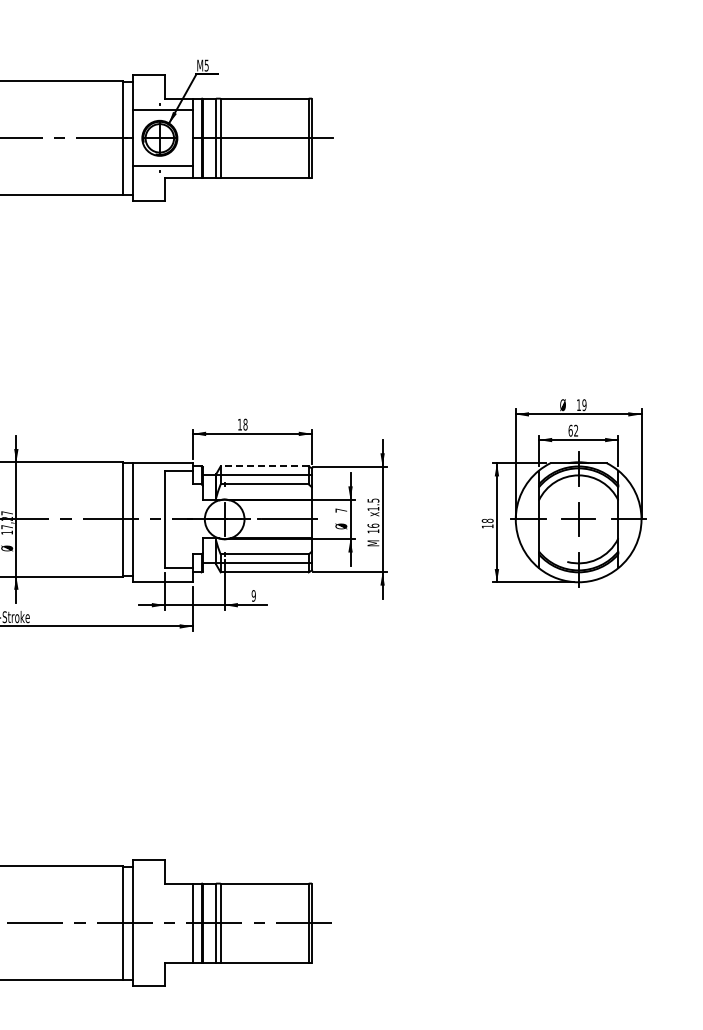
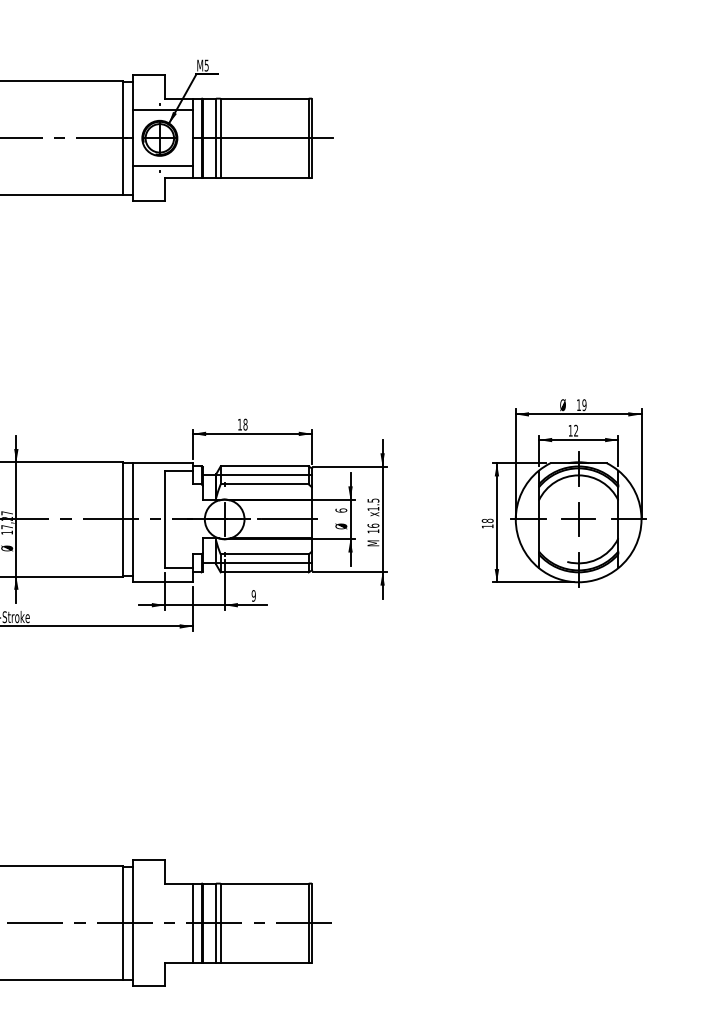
text at (570, 430): 62 -> 12
line at (264, 466): dashed -> solid
text at (341, 510): 7 -> 6
